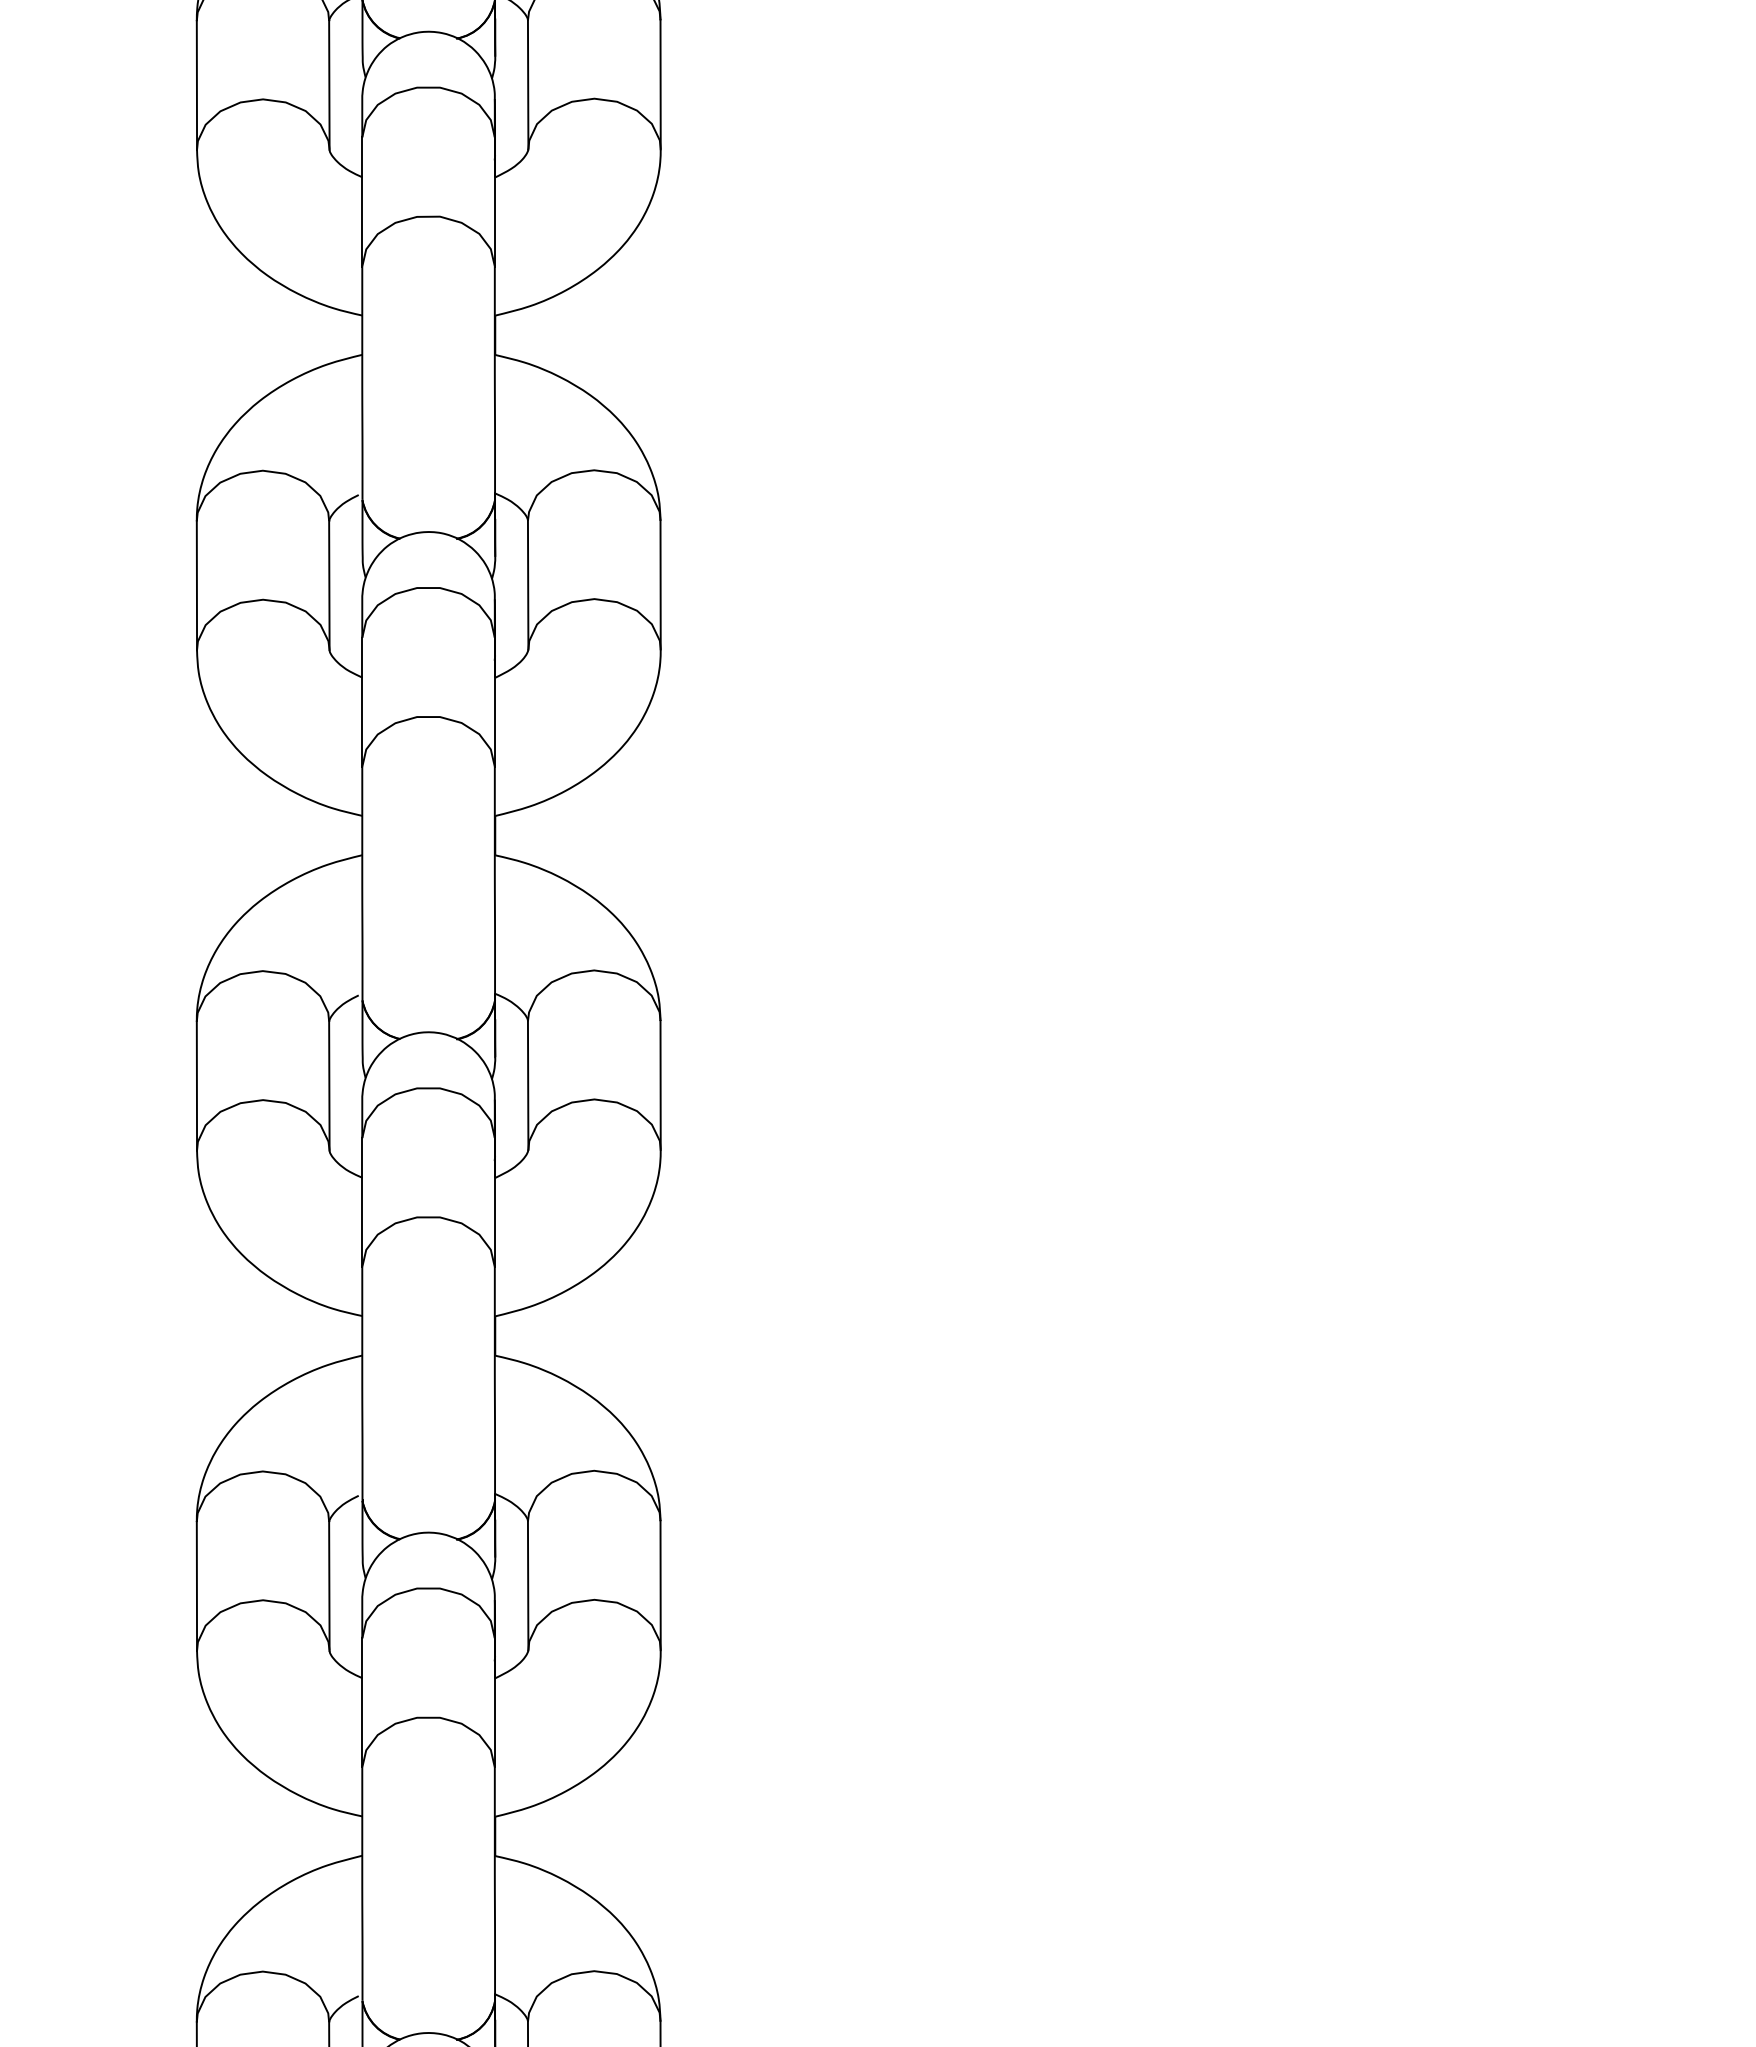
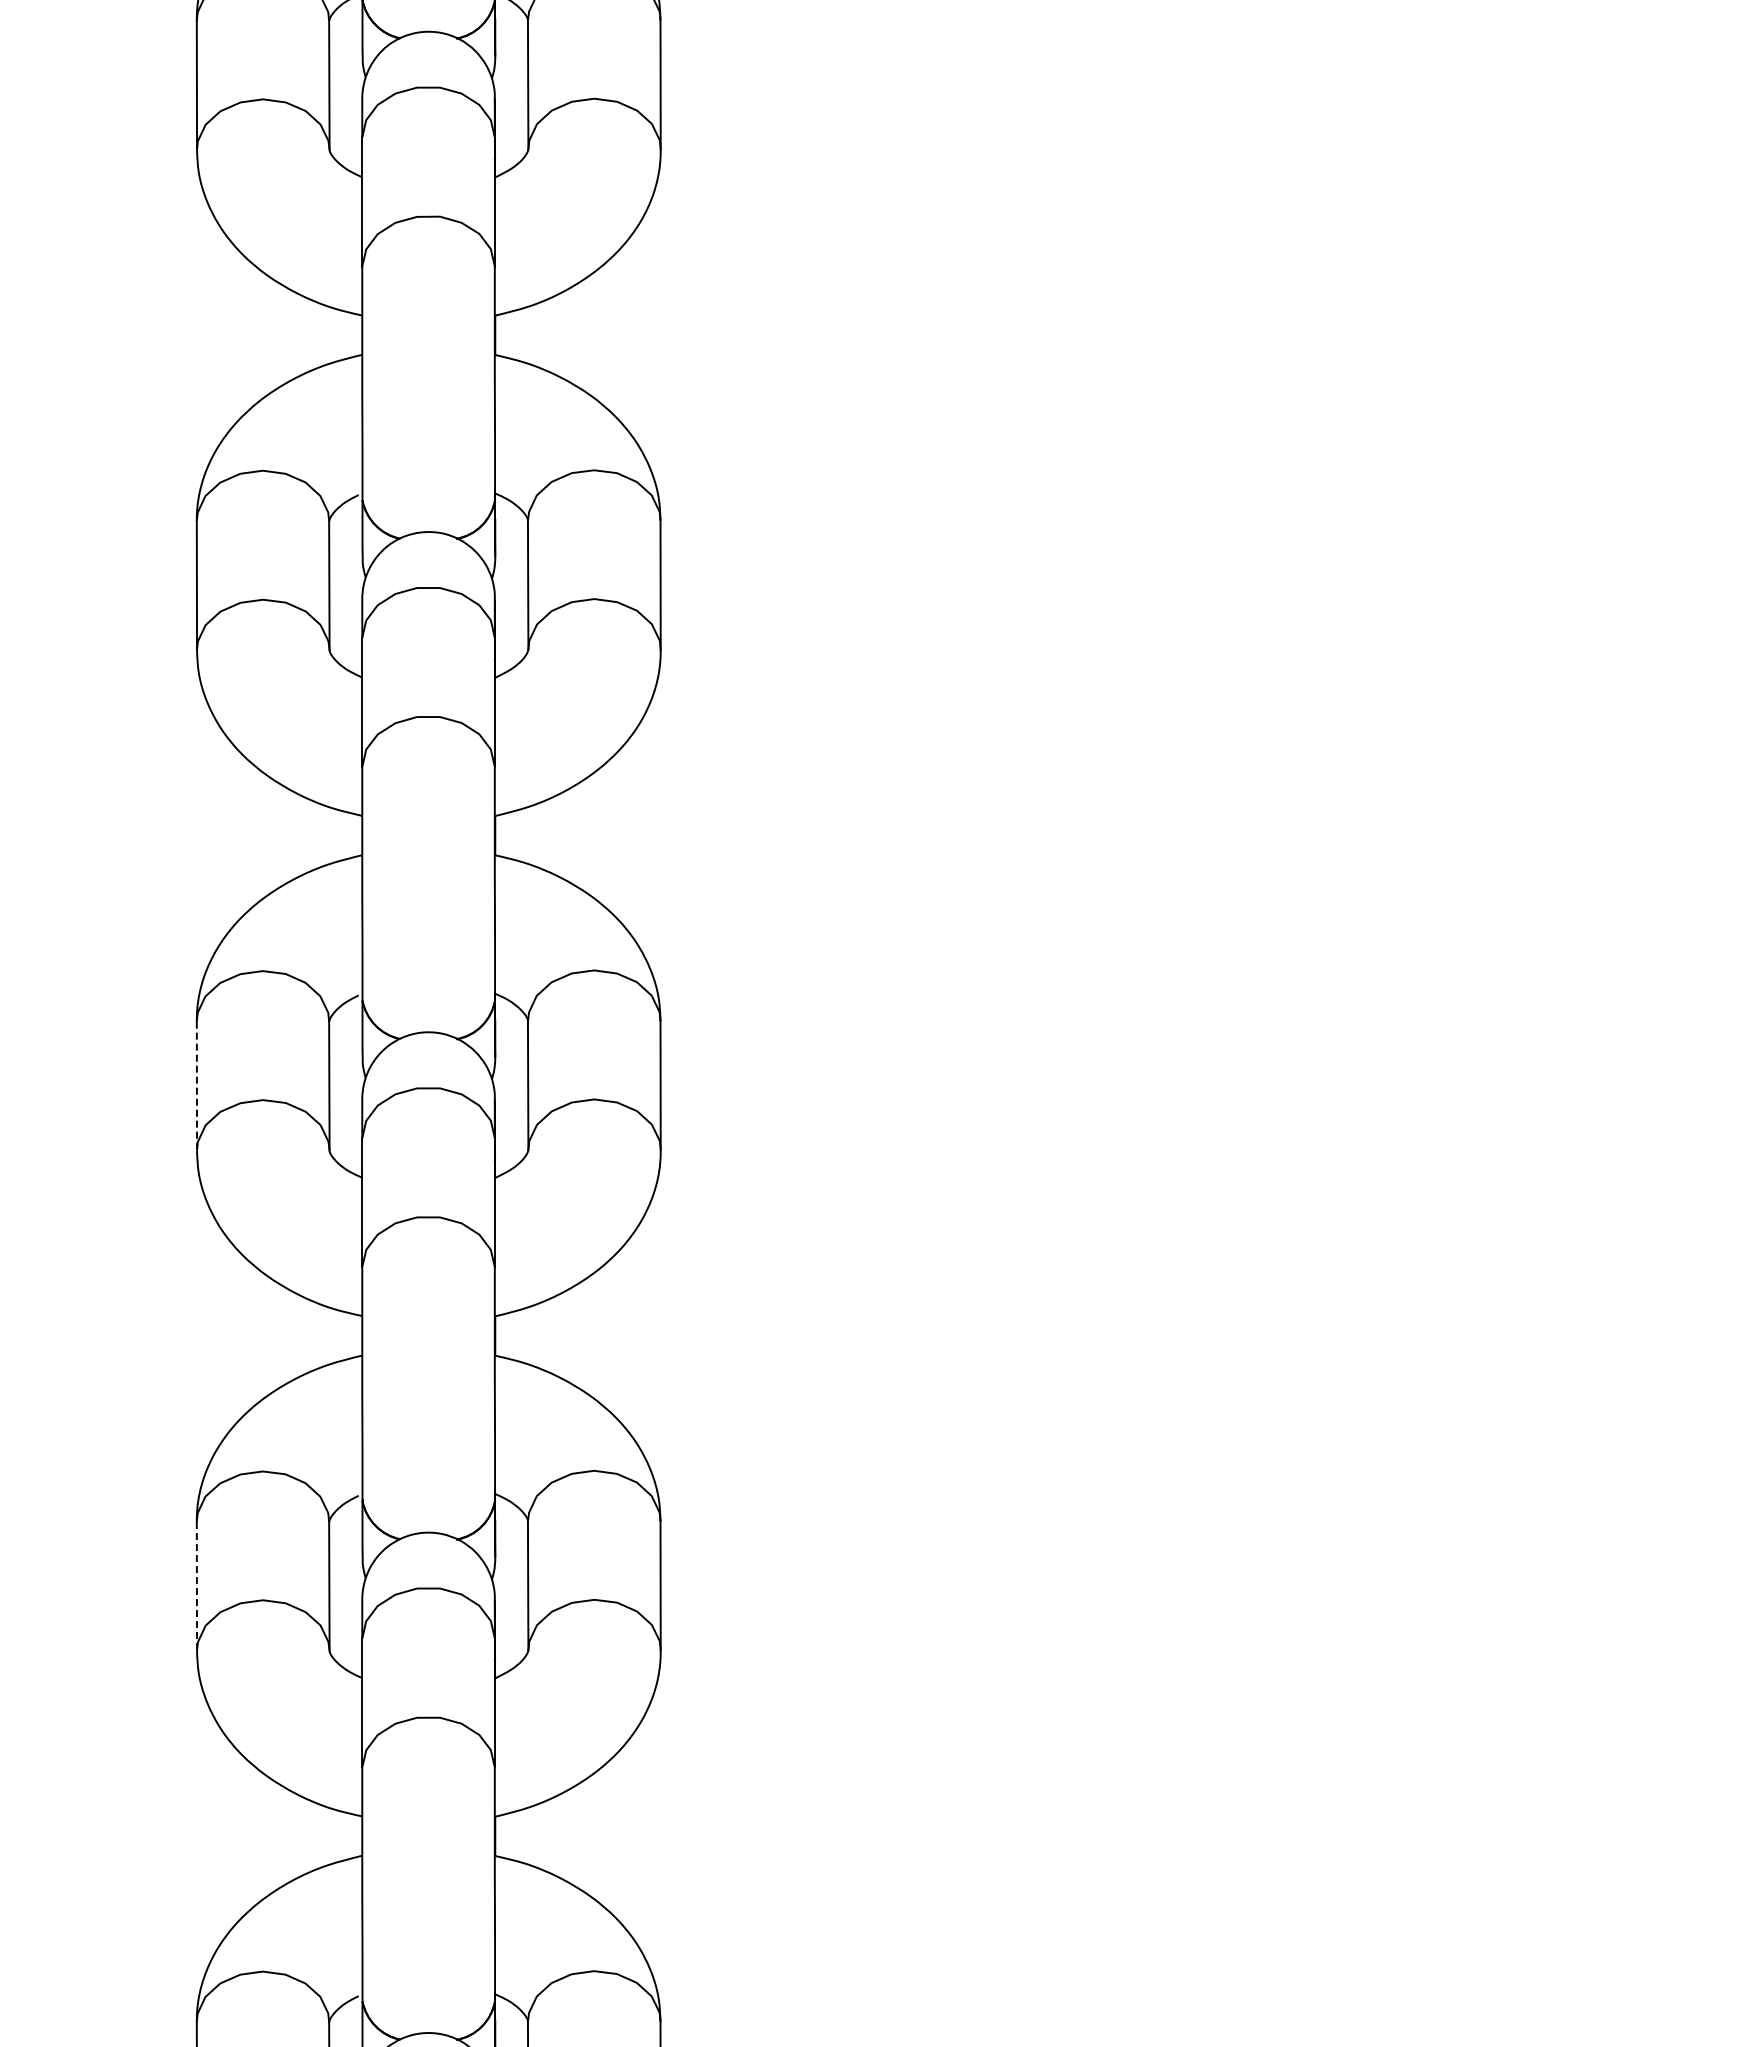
line at (196, 1086): solid -> dashed
line at (196, 1586): solid -> dashed
